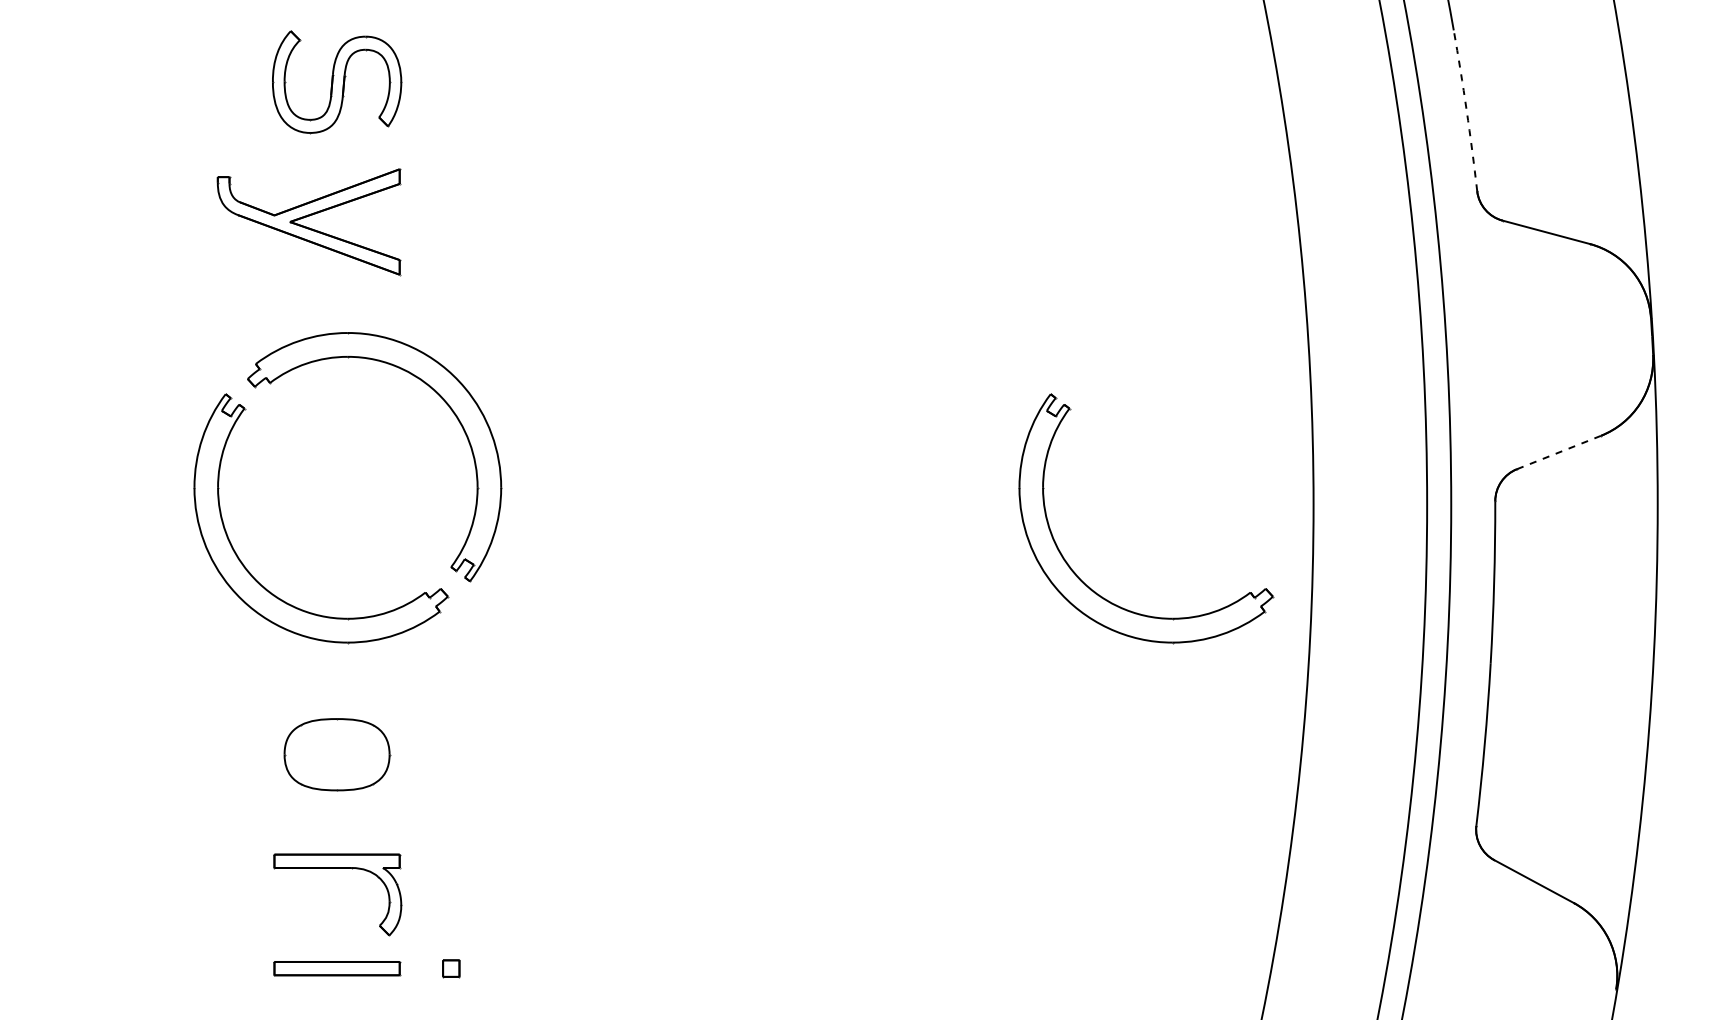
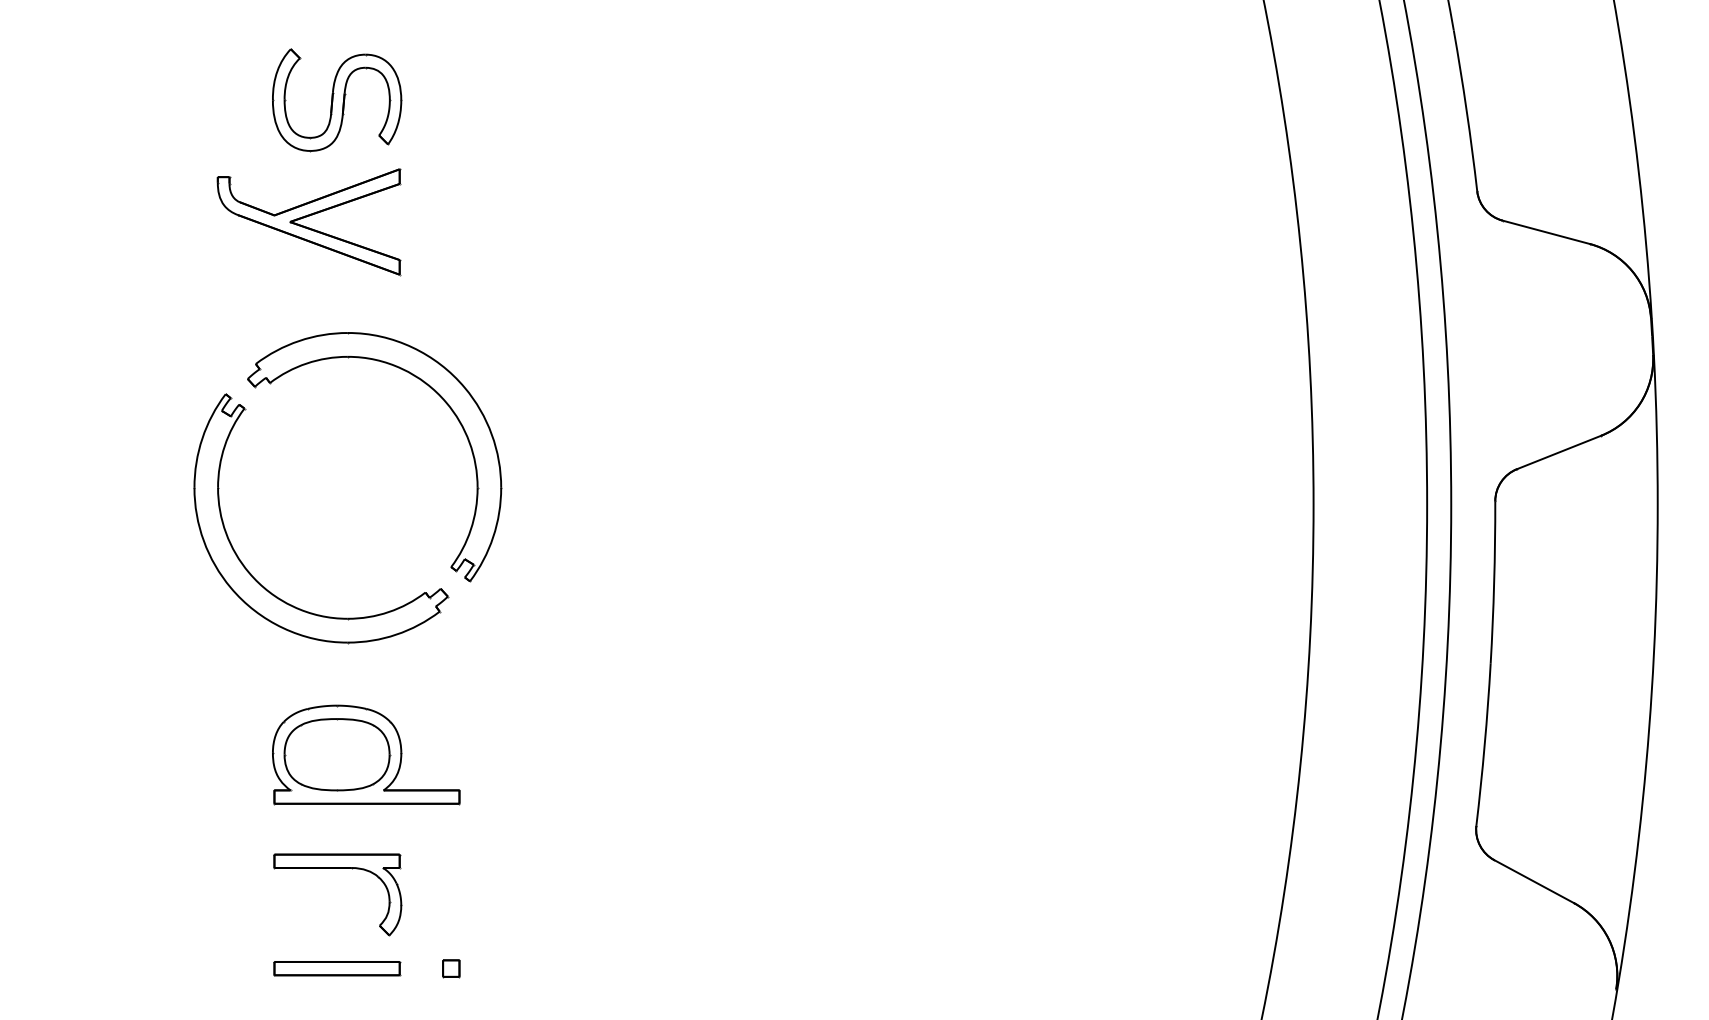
part at (337, 82) position: (337, 82) -> (337, 100)
arc at (1466, 110): dashed -> solid
line at (1559, 452): dashed -> solid
part at (1089, 586): present -> none
part at (366, 754): none -> present
